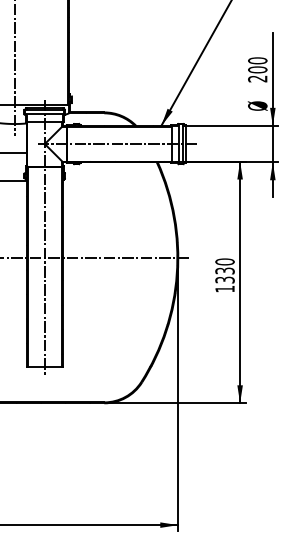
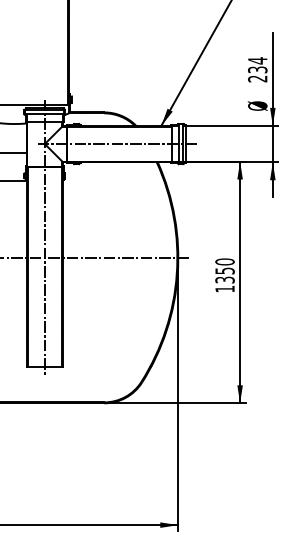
text at (257, 65): 200 -> 234
line at (14, 68): present -> none
text at (224, 270): 1330 -> 1350
